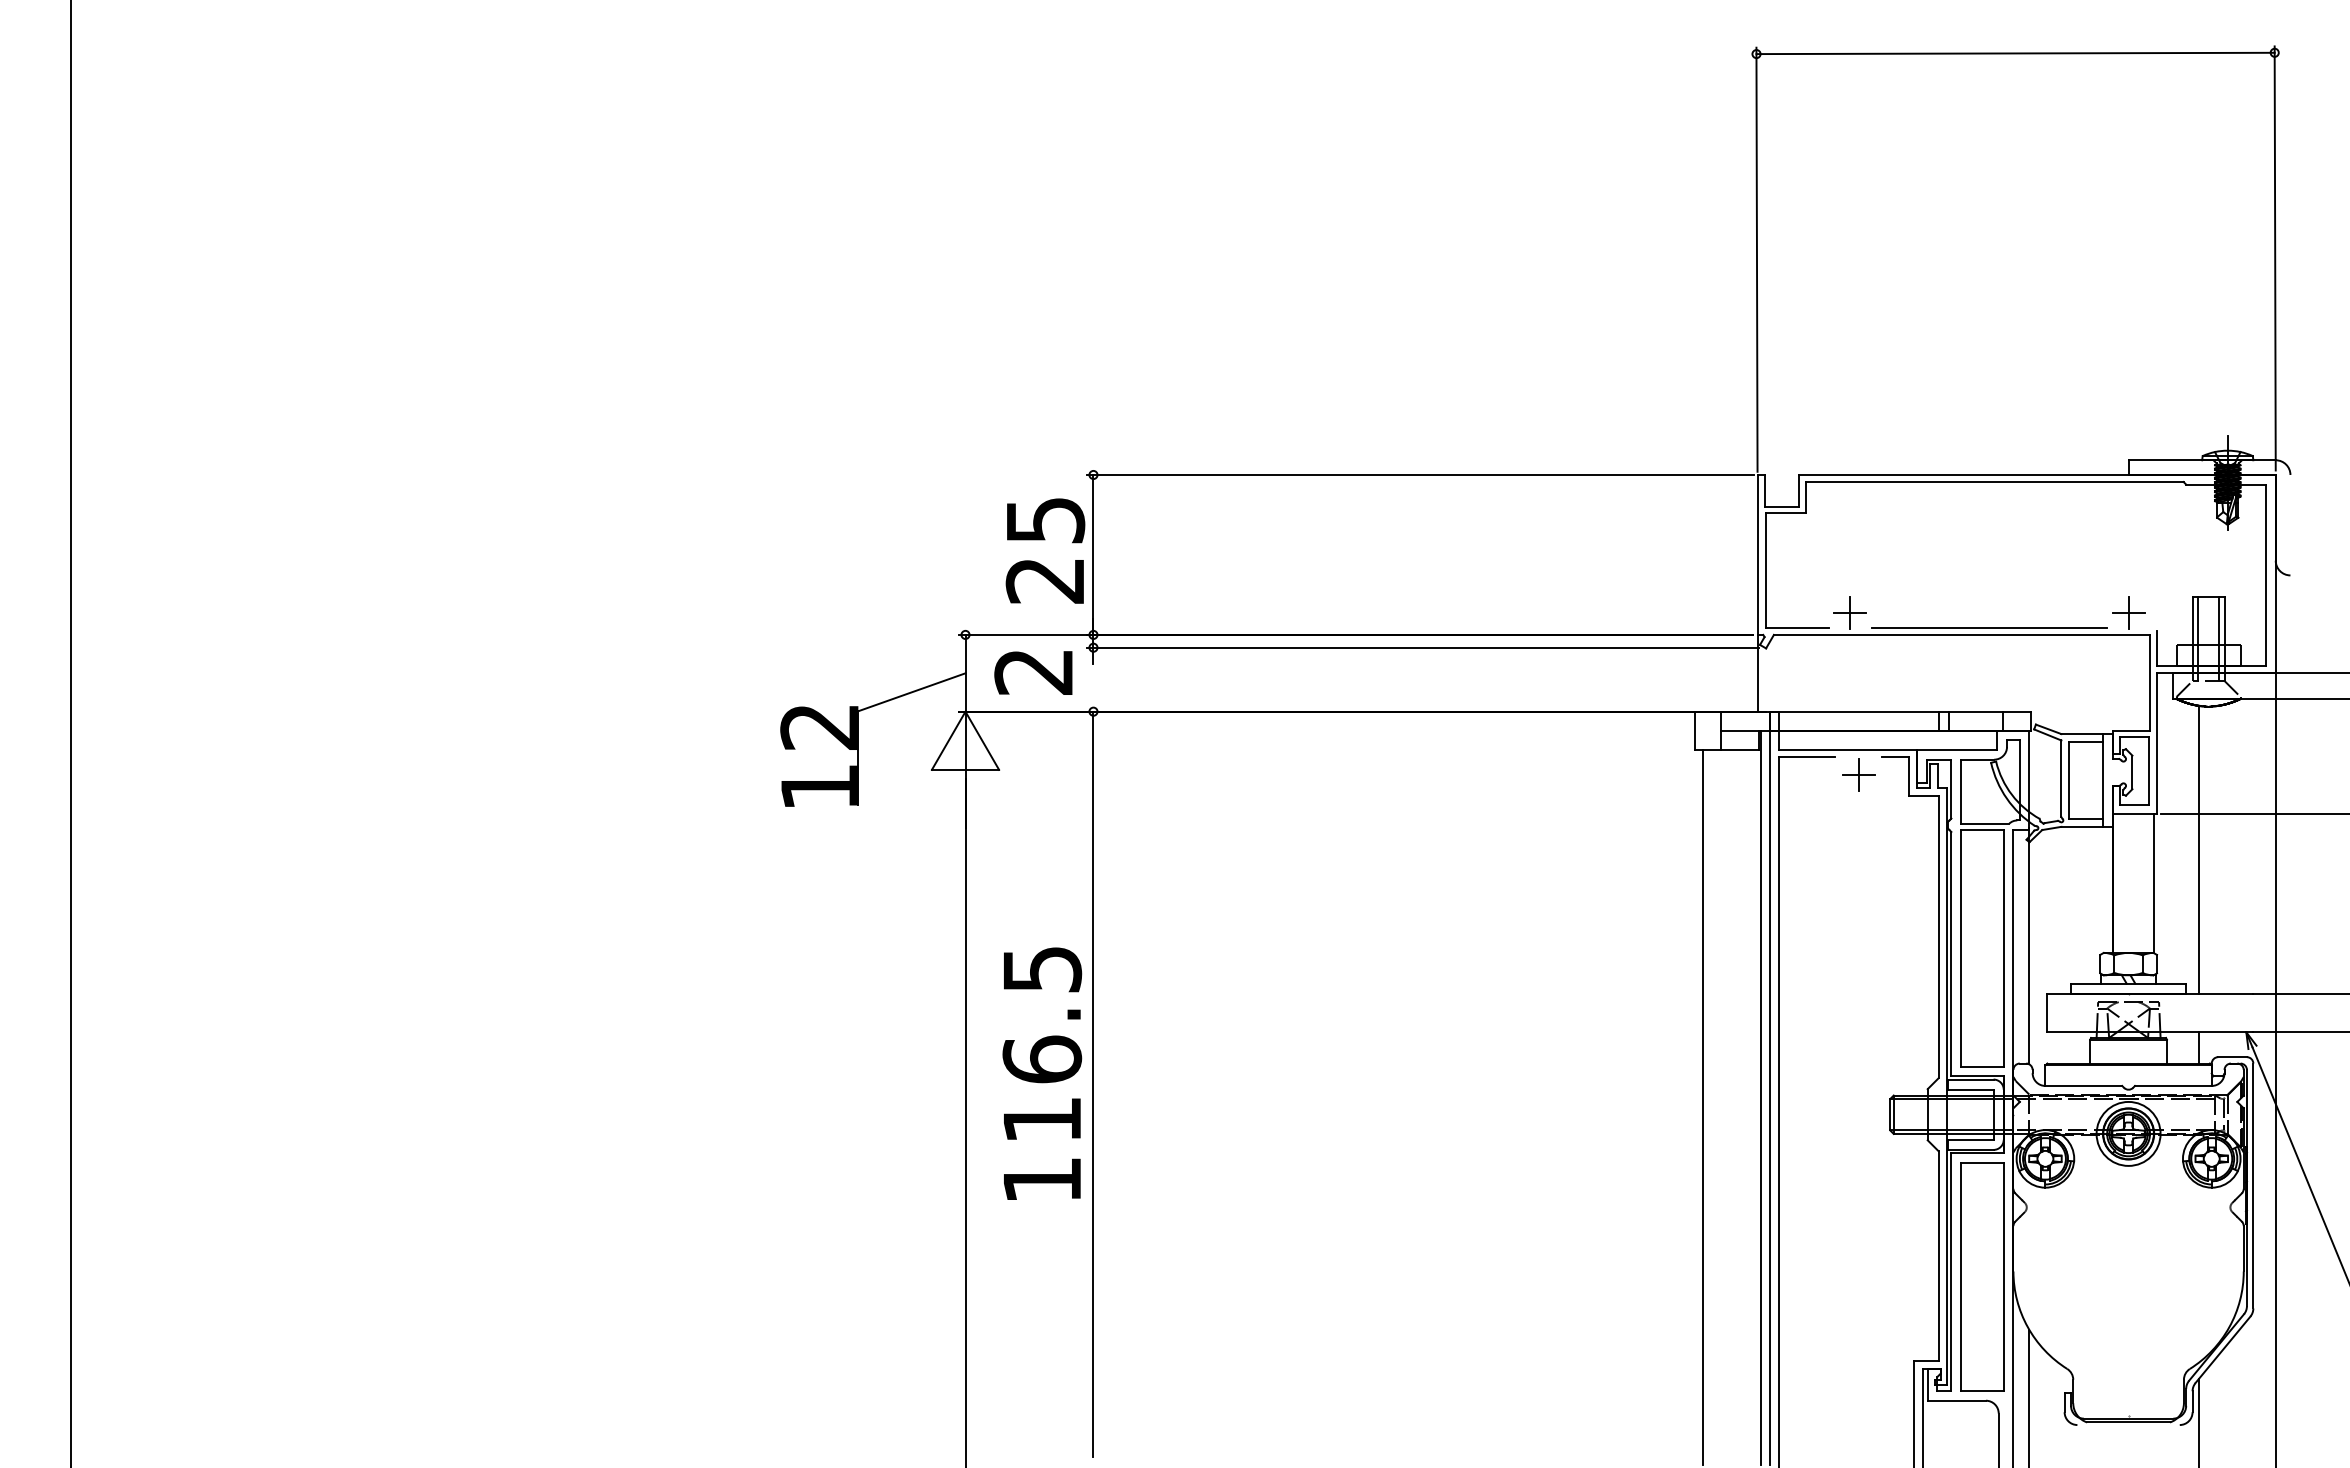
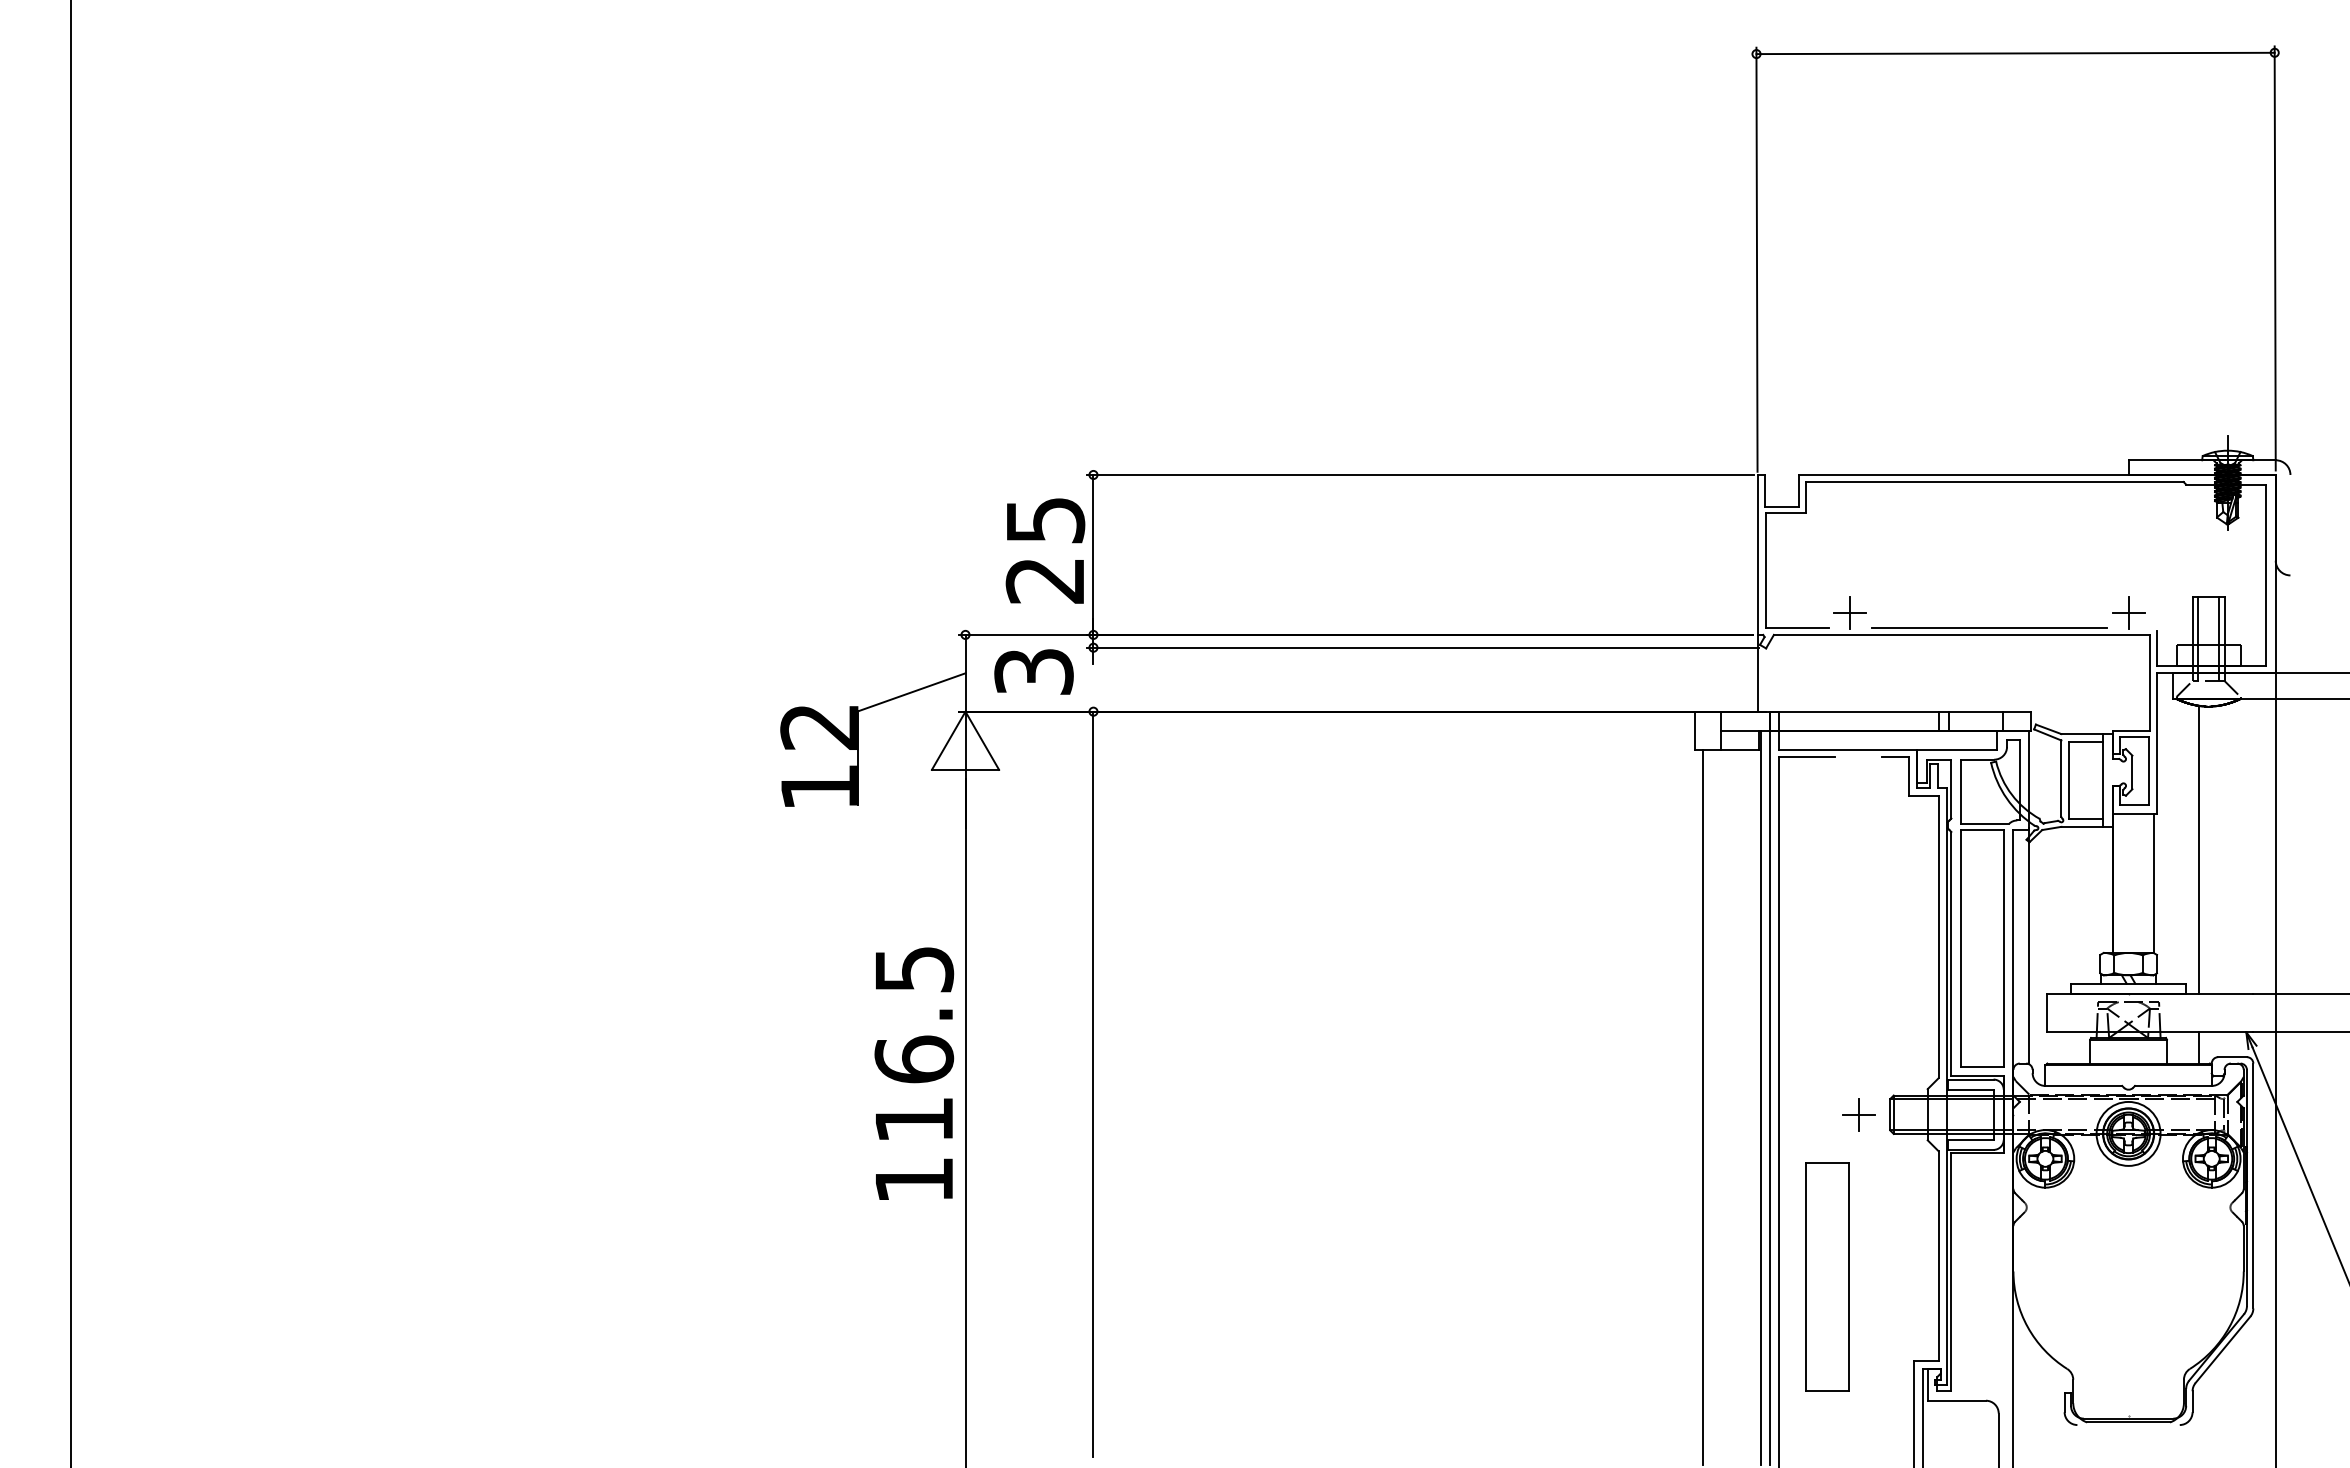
text at (1033, 671): 2 -> 3
part at (1858, 774) position: (1858, 774) -> (1858, 1114)
line at (2253, 814): present -> none
text at (1042, 1073) position: (1042, 1073) -> (914, 1073)
part at (1982, 1276) position: (1982, 1276) -> (1827, 1276)
line at (2029, 1397): present -> none
line at (2198, 1421): present -> none
